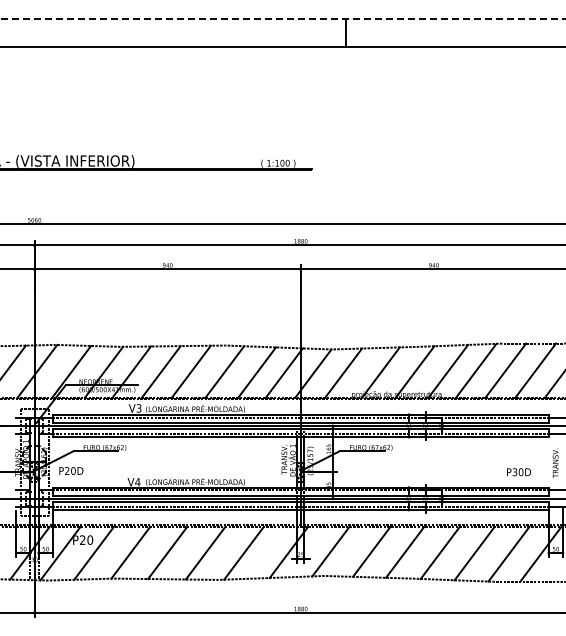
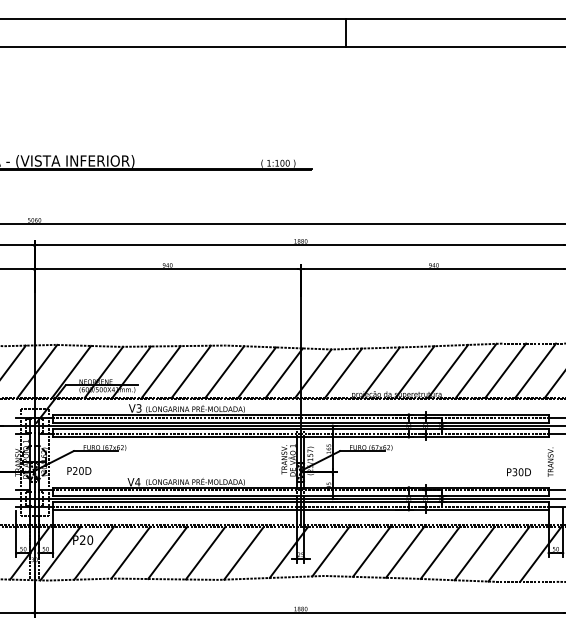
line at (283, 19): dashed -> solid
text at (555, 462) position: (555, 462) -> (550, 461)
text at (71, 470) position: (71, 470) -> (79, 470)
